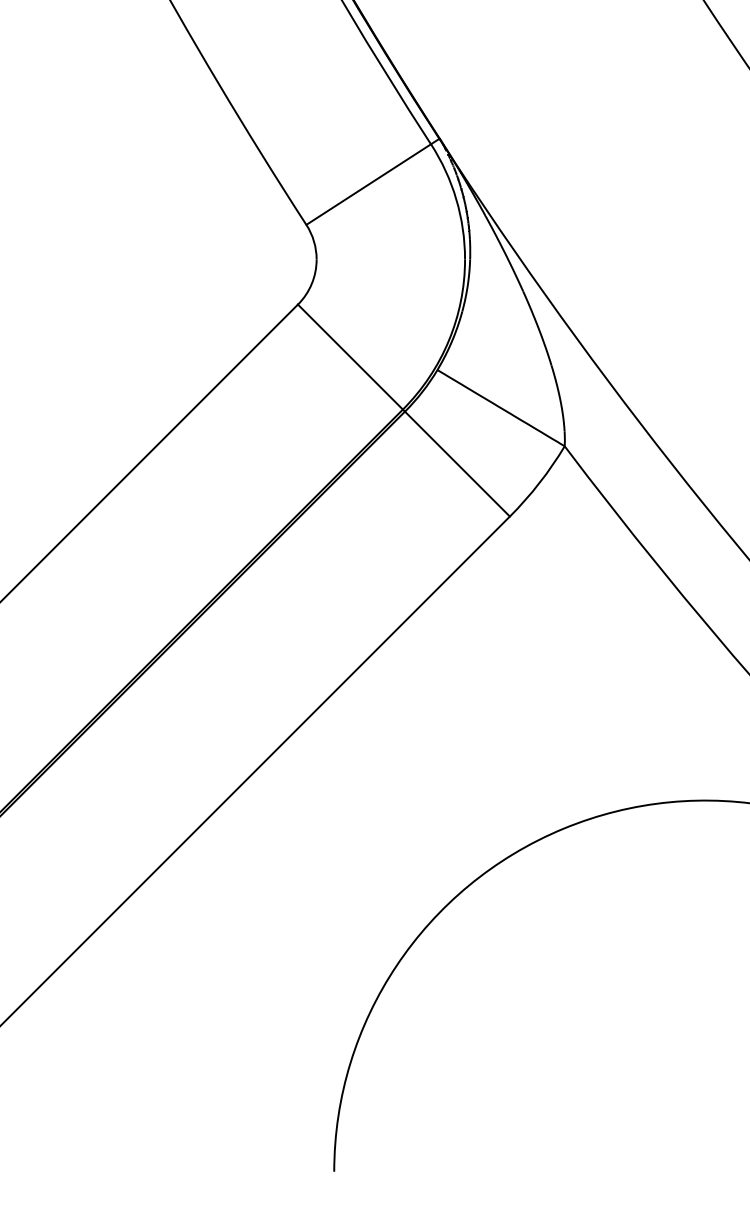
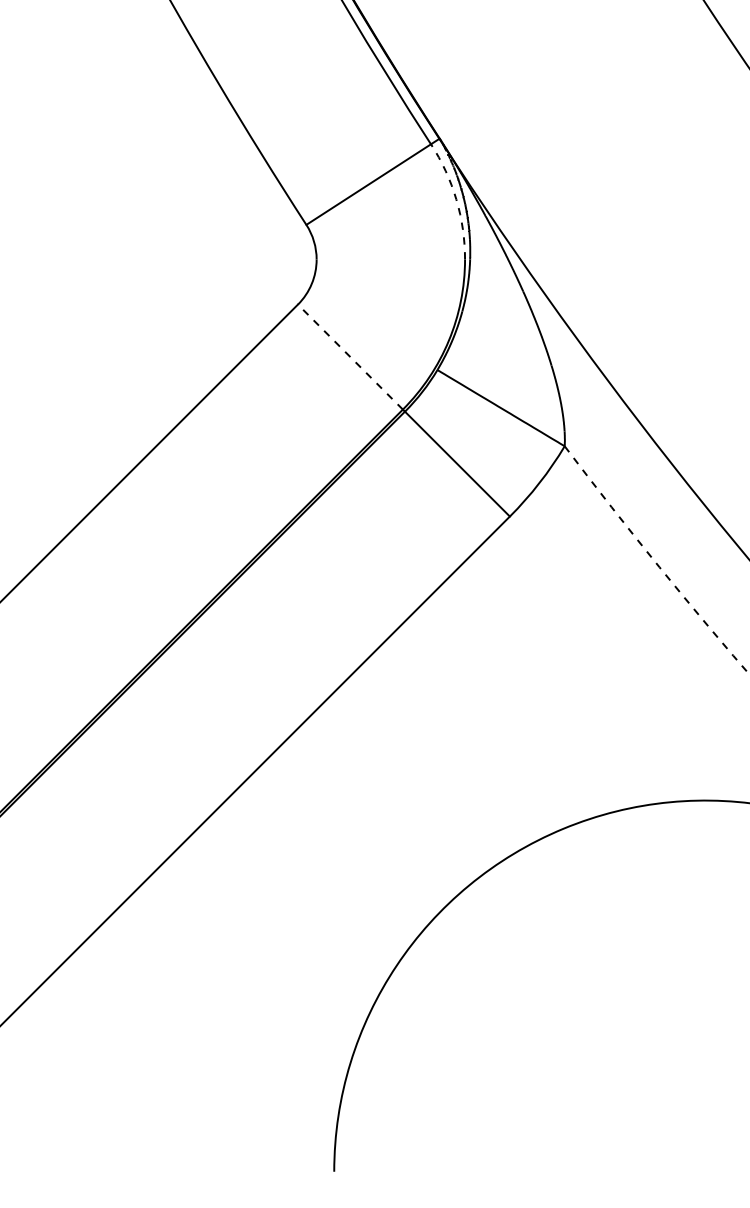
arc at (456, 199): solid -> dashed
line at (350, 356): solid -> dashed
arc at (655, 562): solid -> dashed
